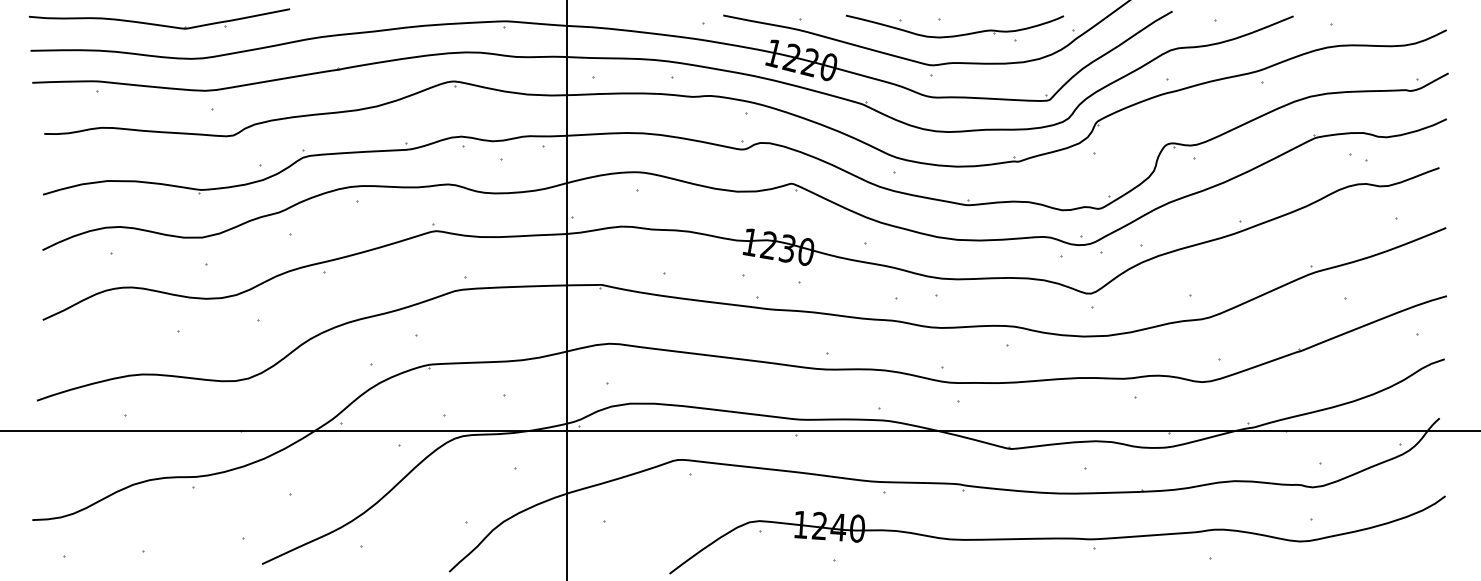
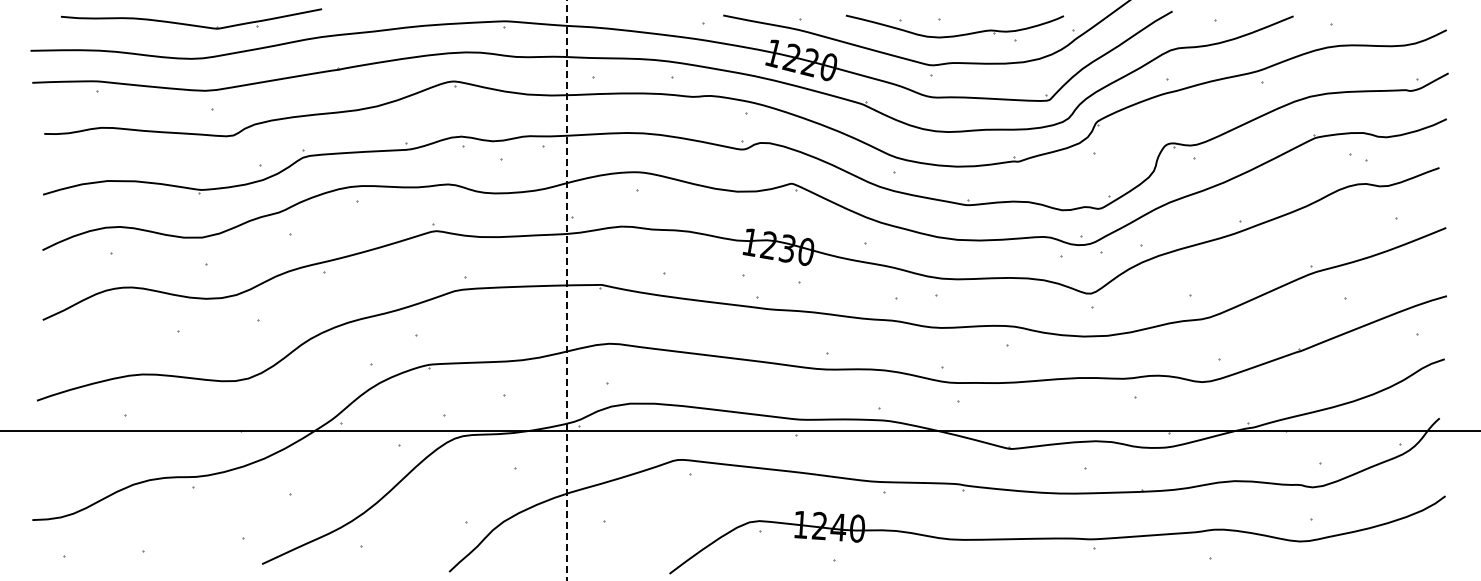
part at (159, 18) position: (159, 18) -> (191, 18)
line at (566, 290): solid -> dashed
